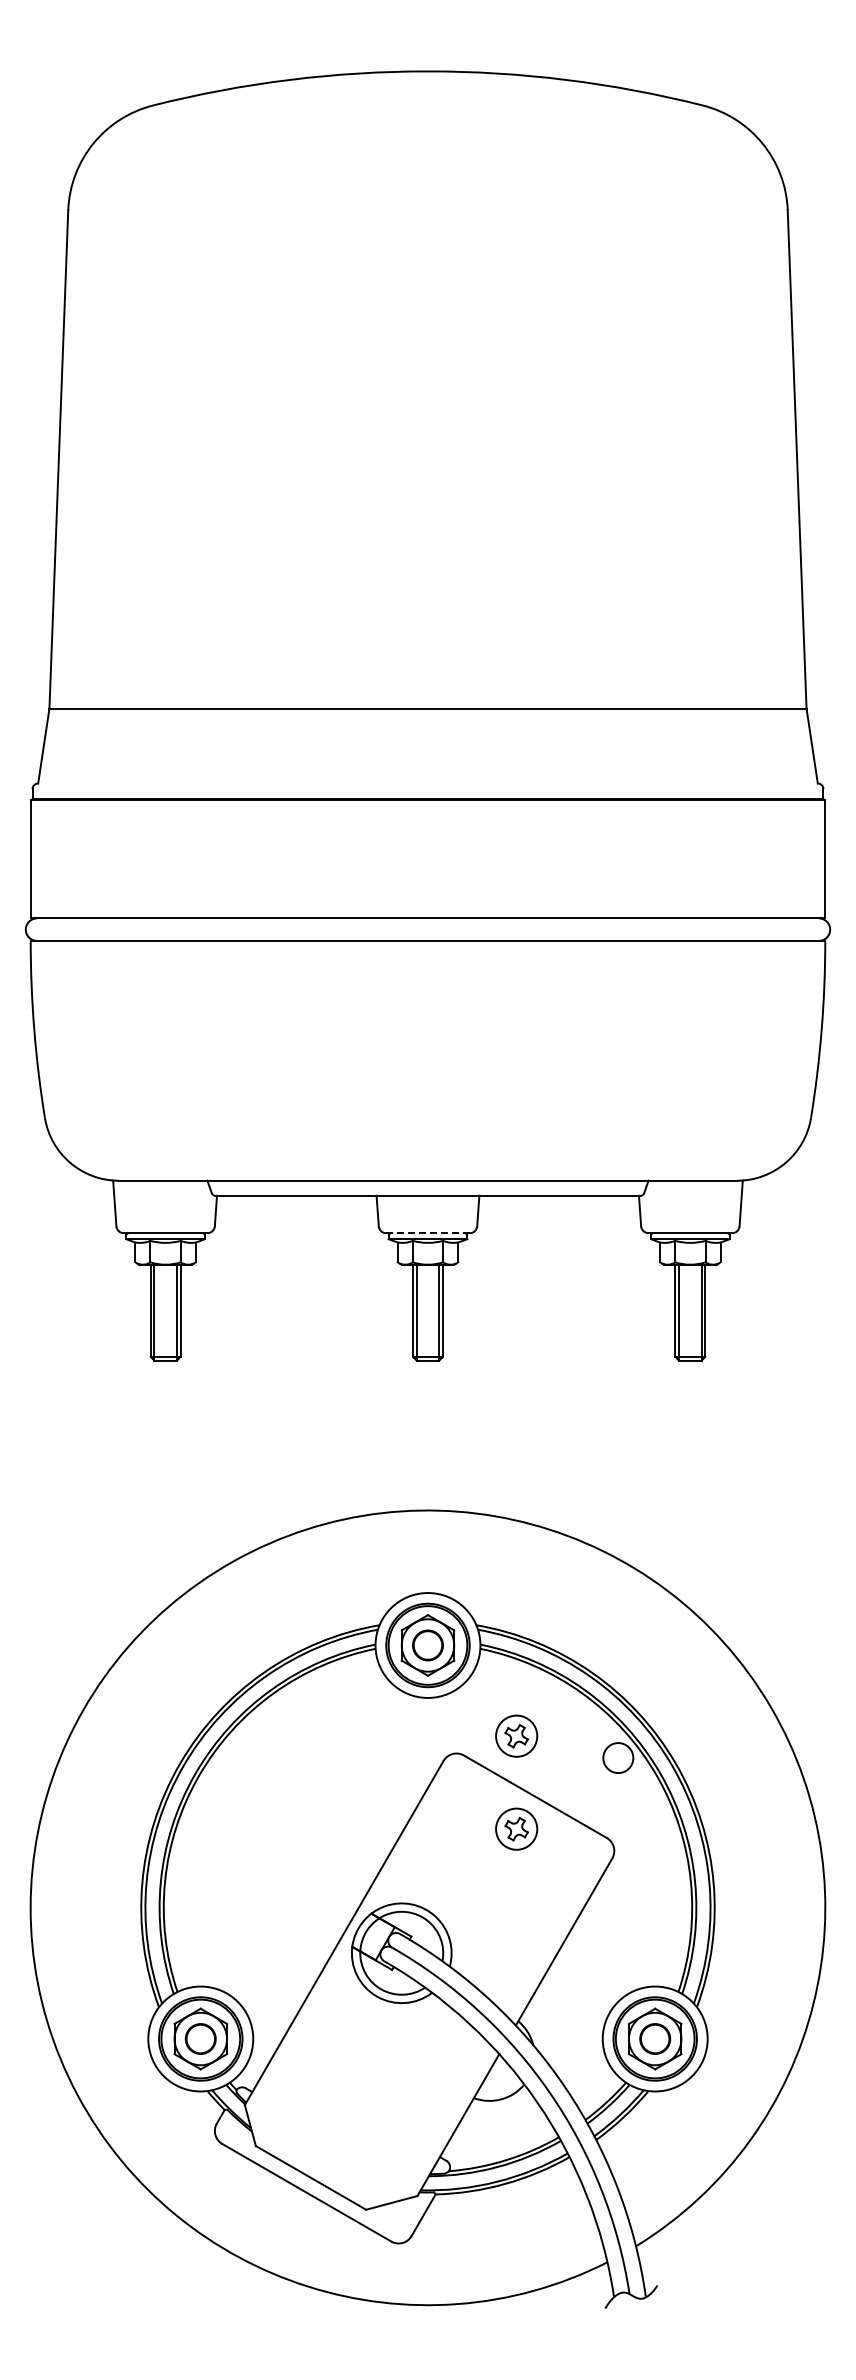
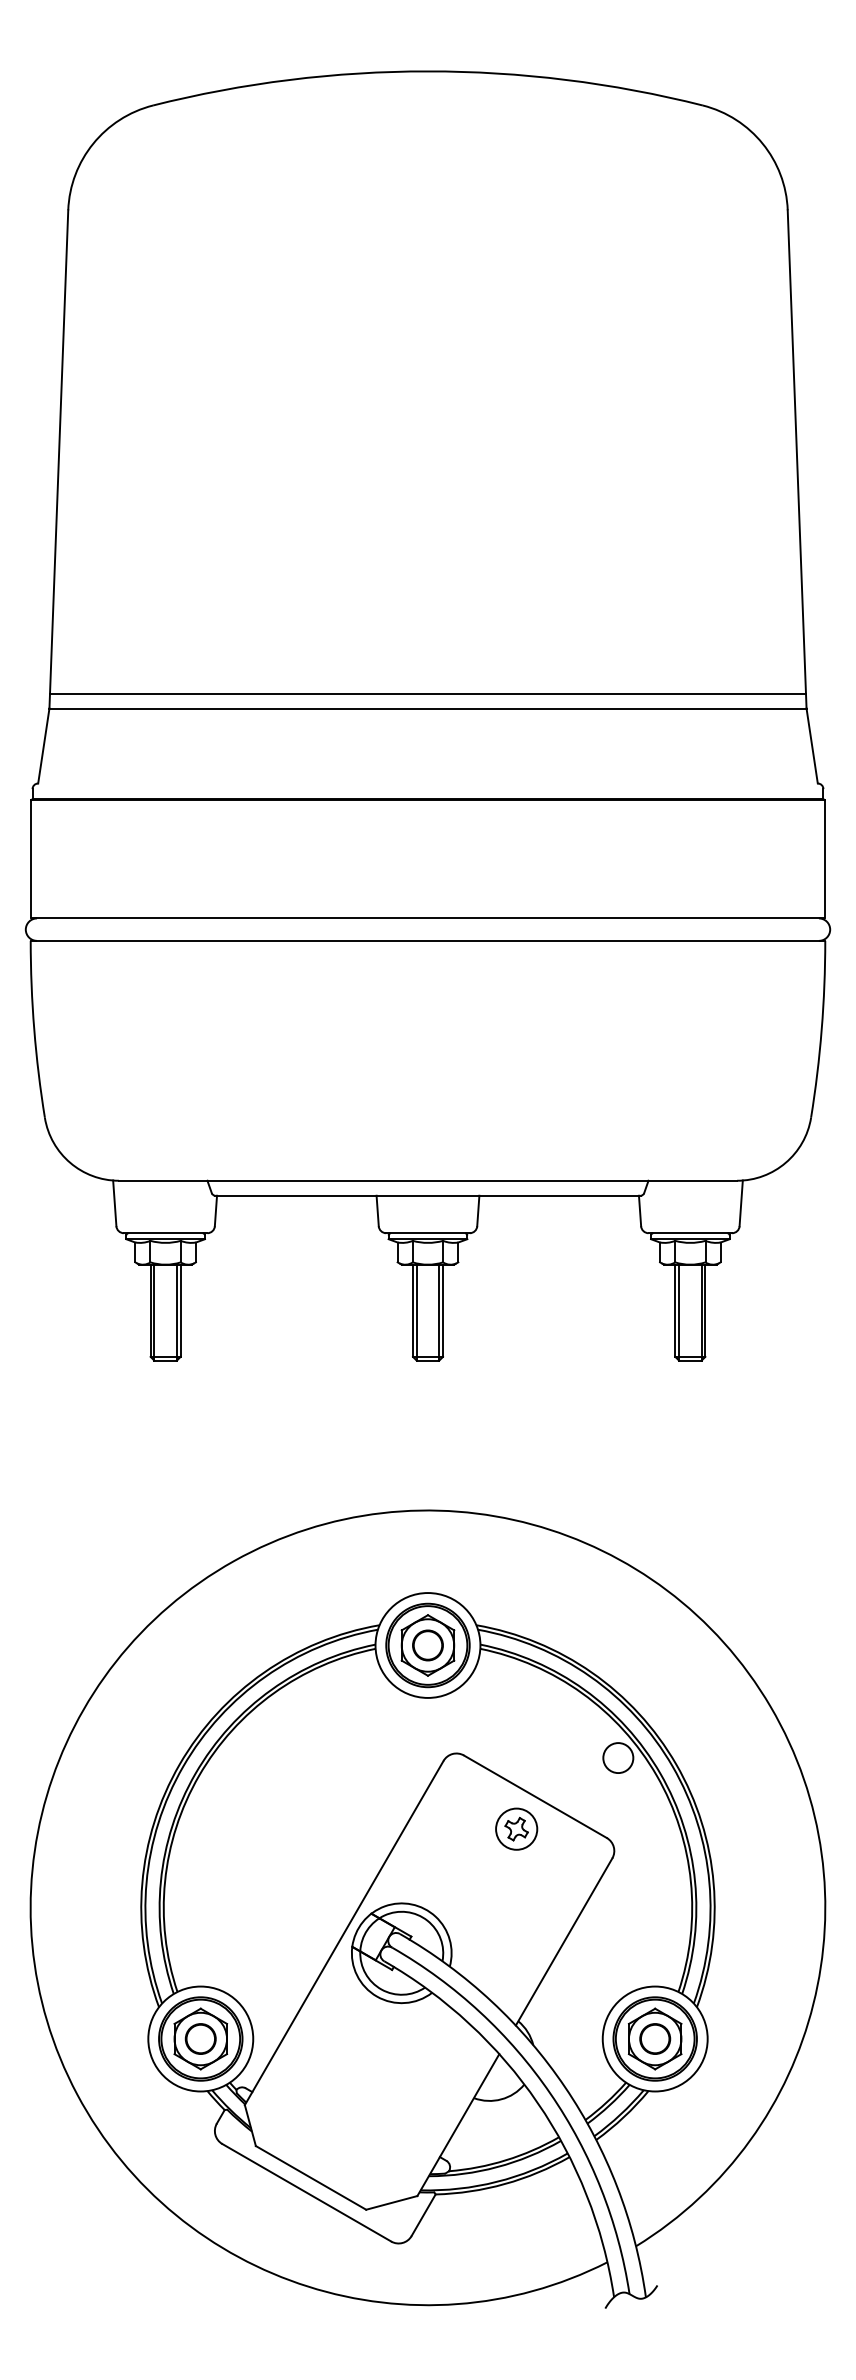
line at (427, 693): none -> present
line at (428, 1233): dashed -> solid
part at (516, 1735): present -> none
